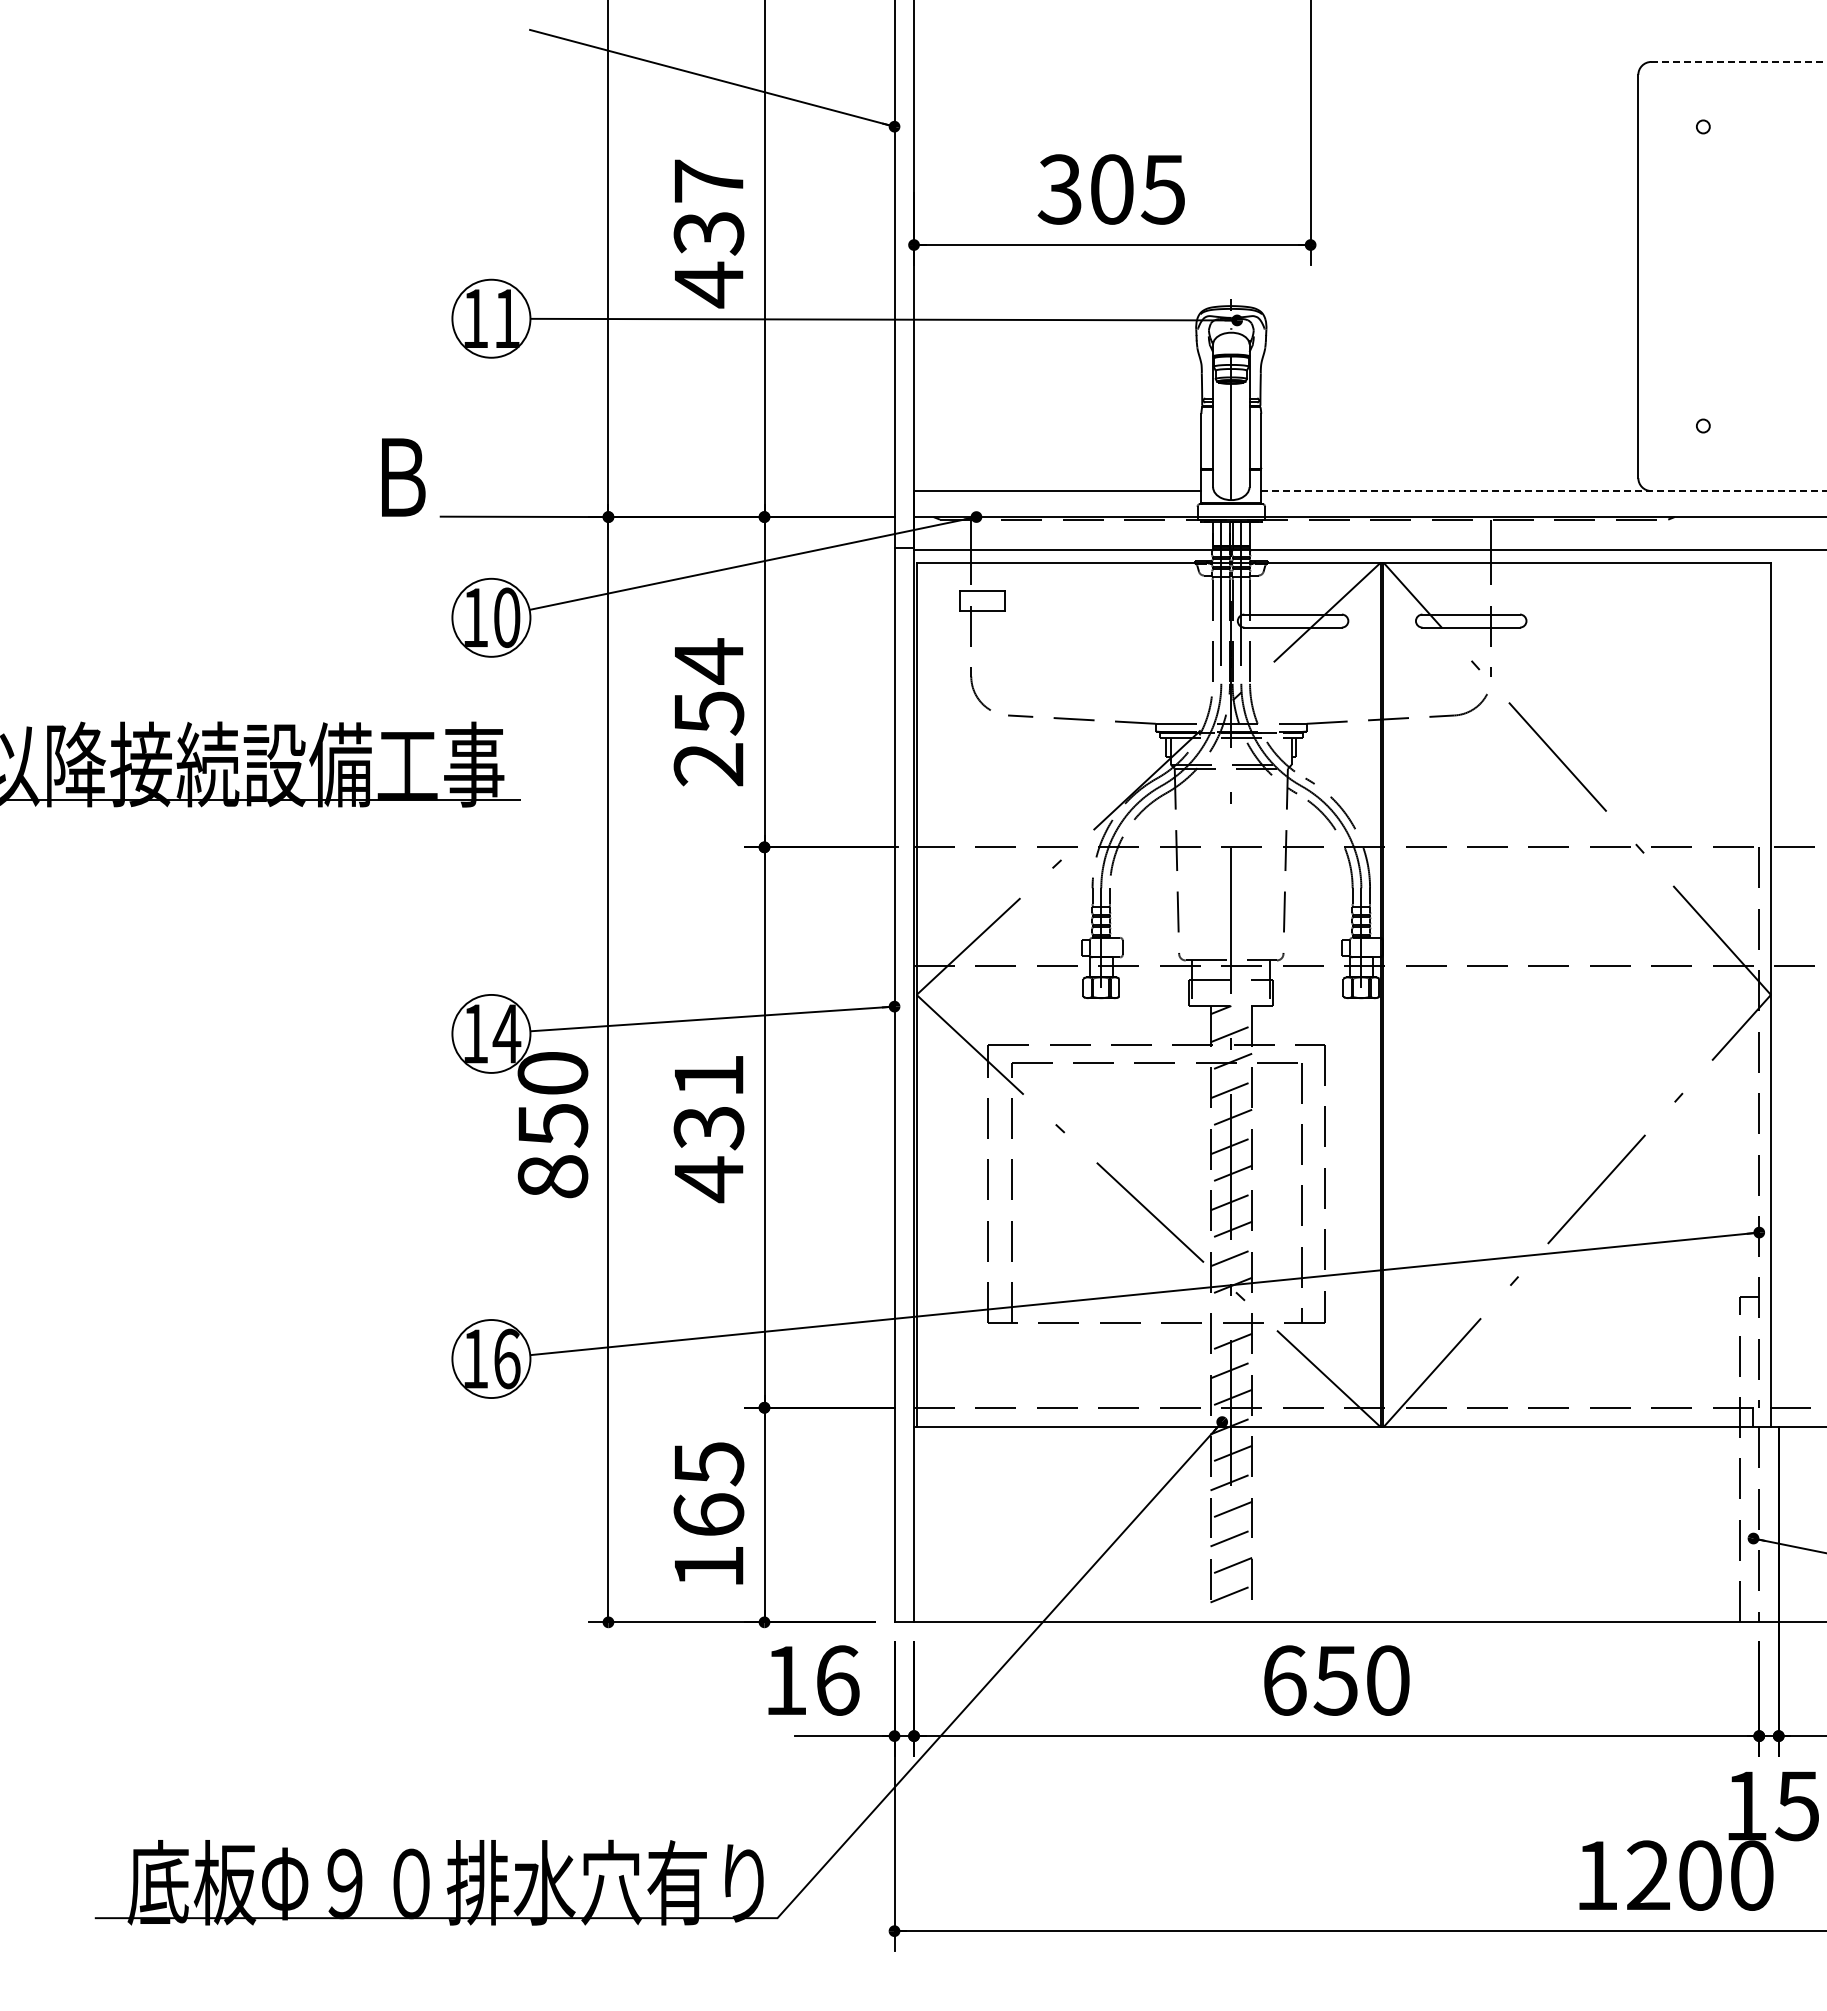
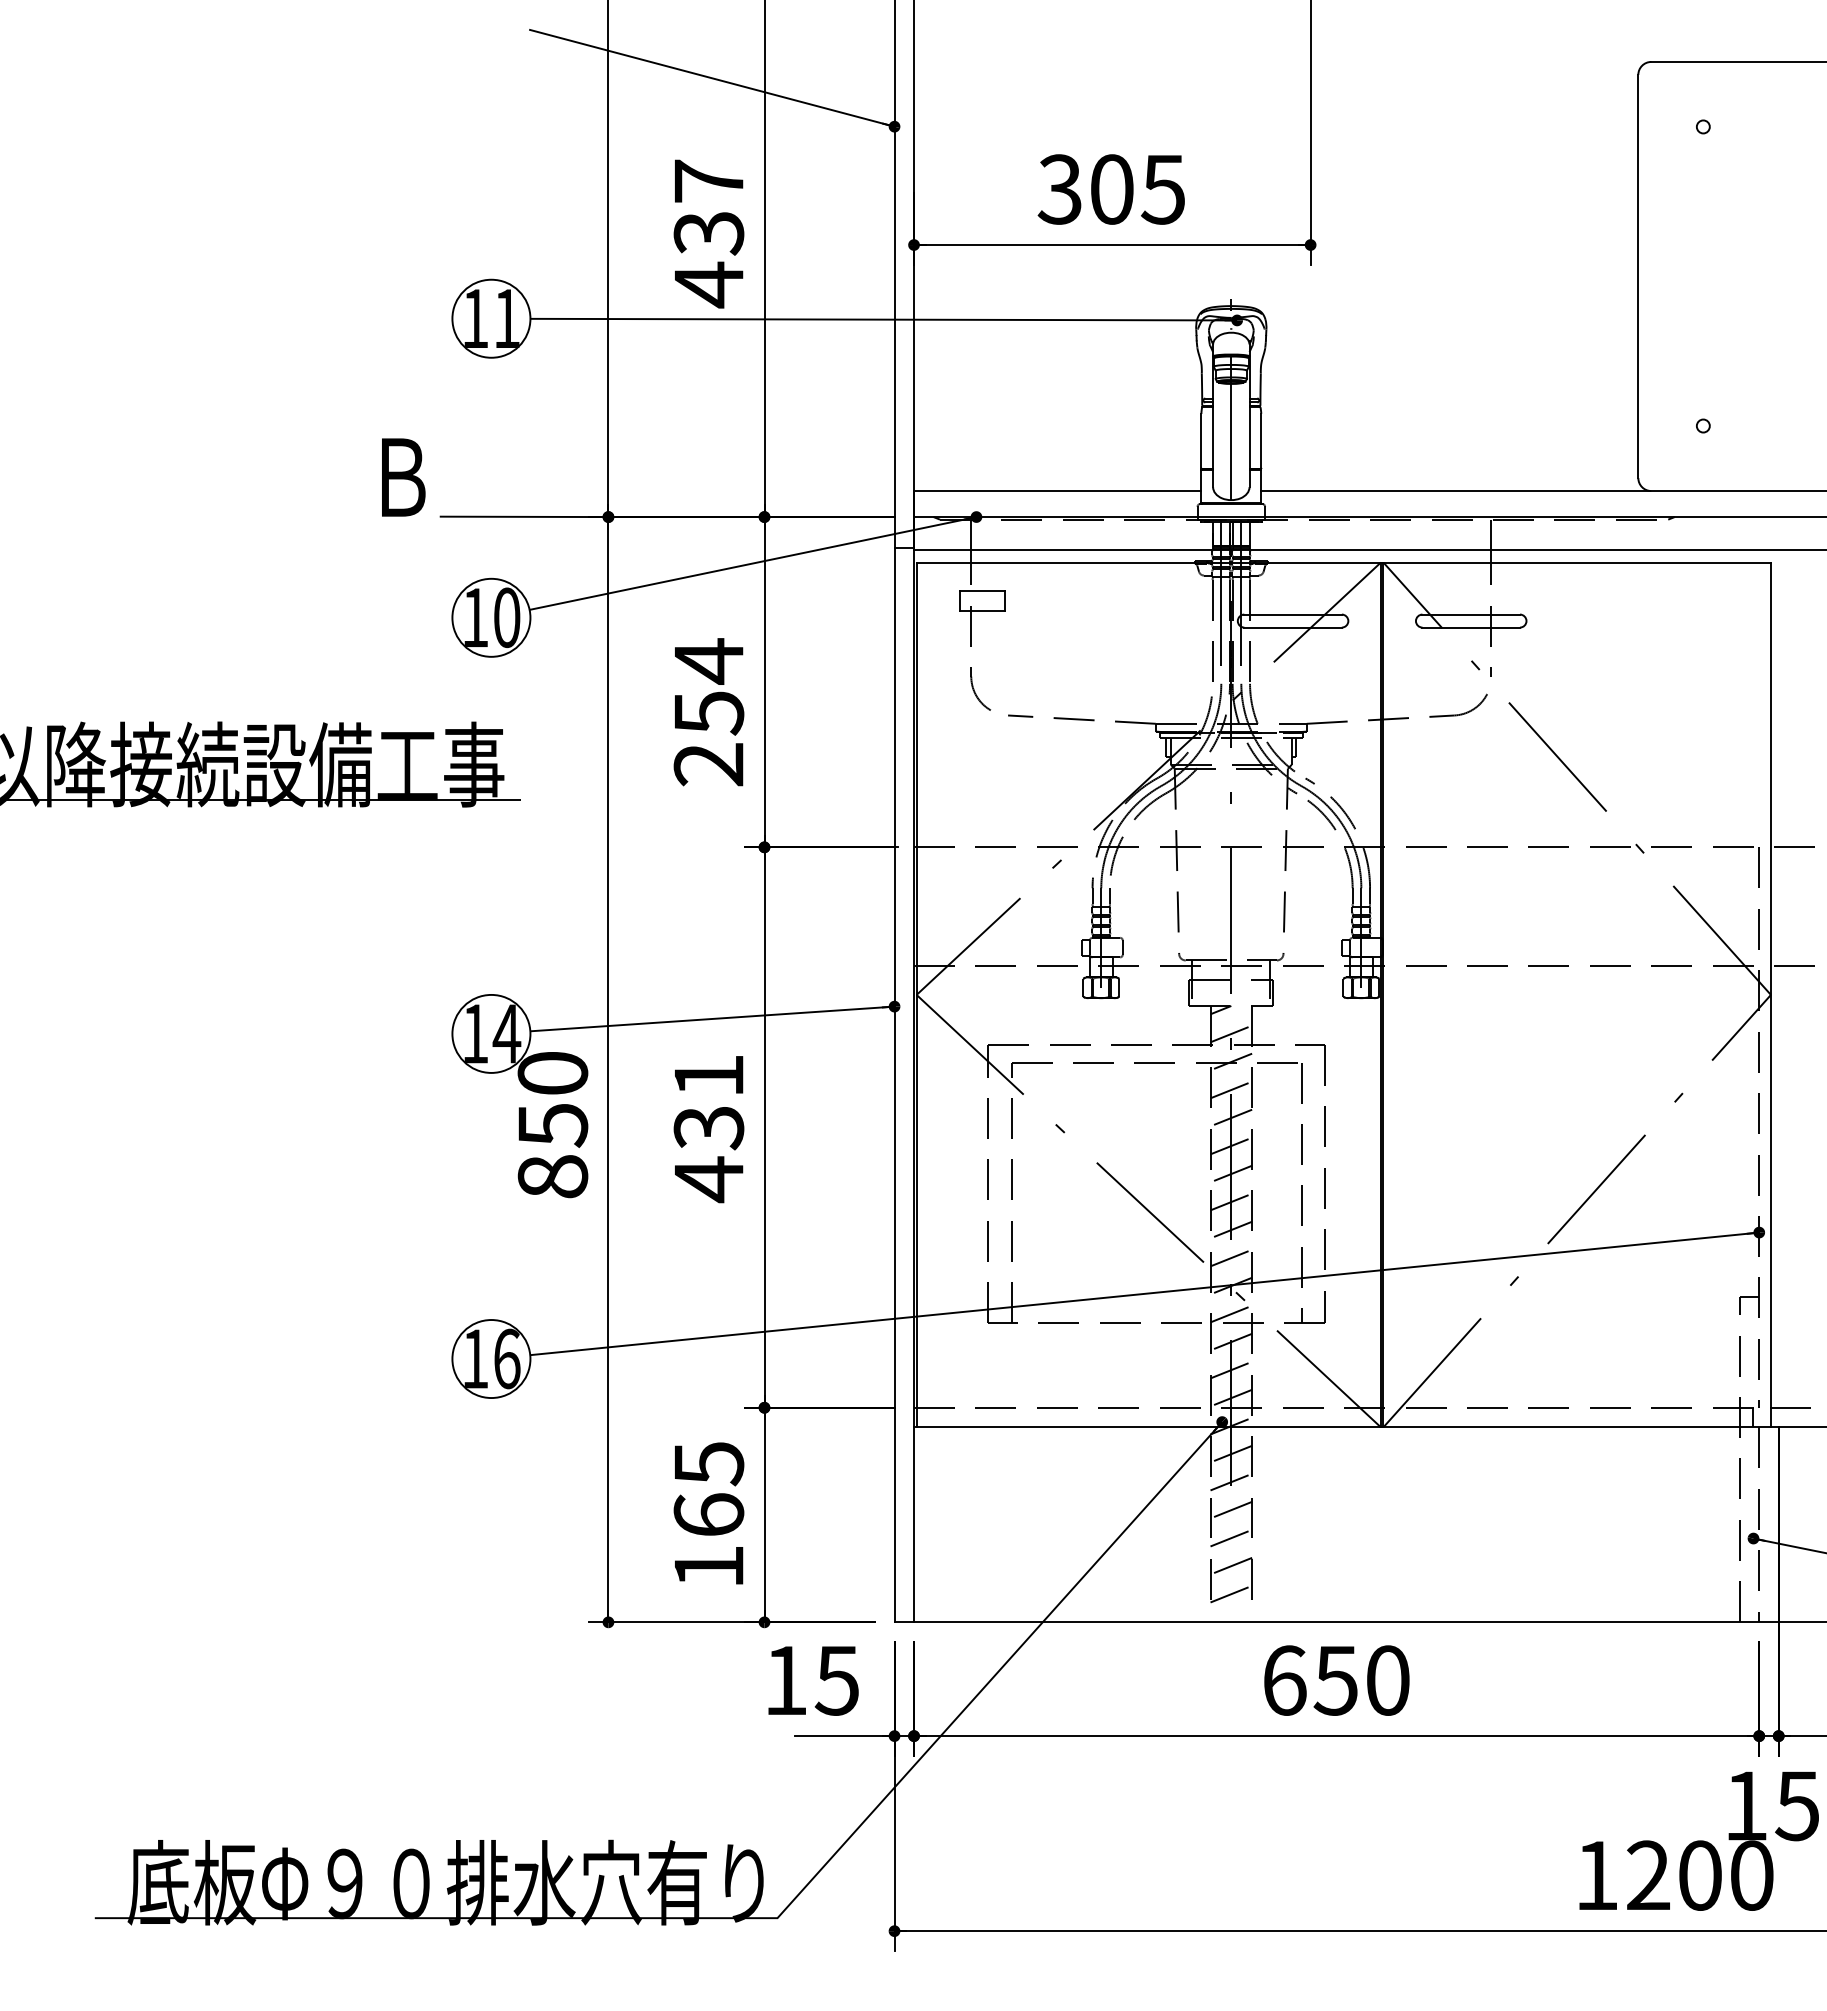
line at (1739, 61): dashed -> solid
line at (1543, 491): dashed -> solid
line at (1231, 1313): none -> present
text at (836, 1680): 16 -> 15
